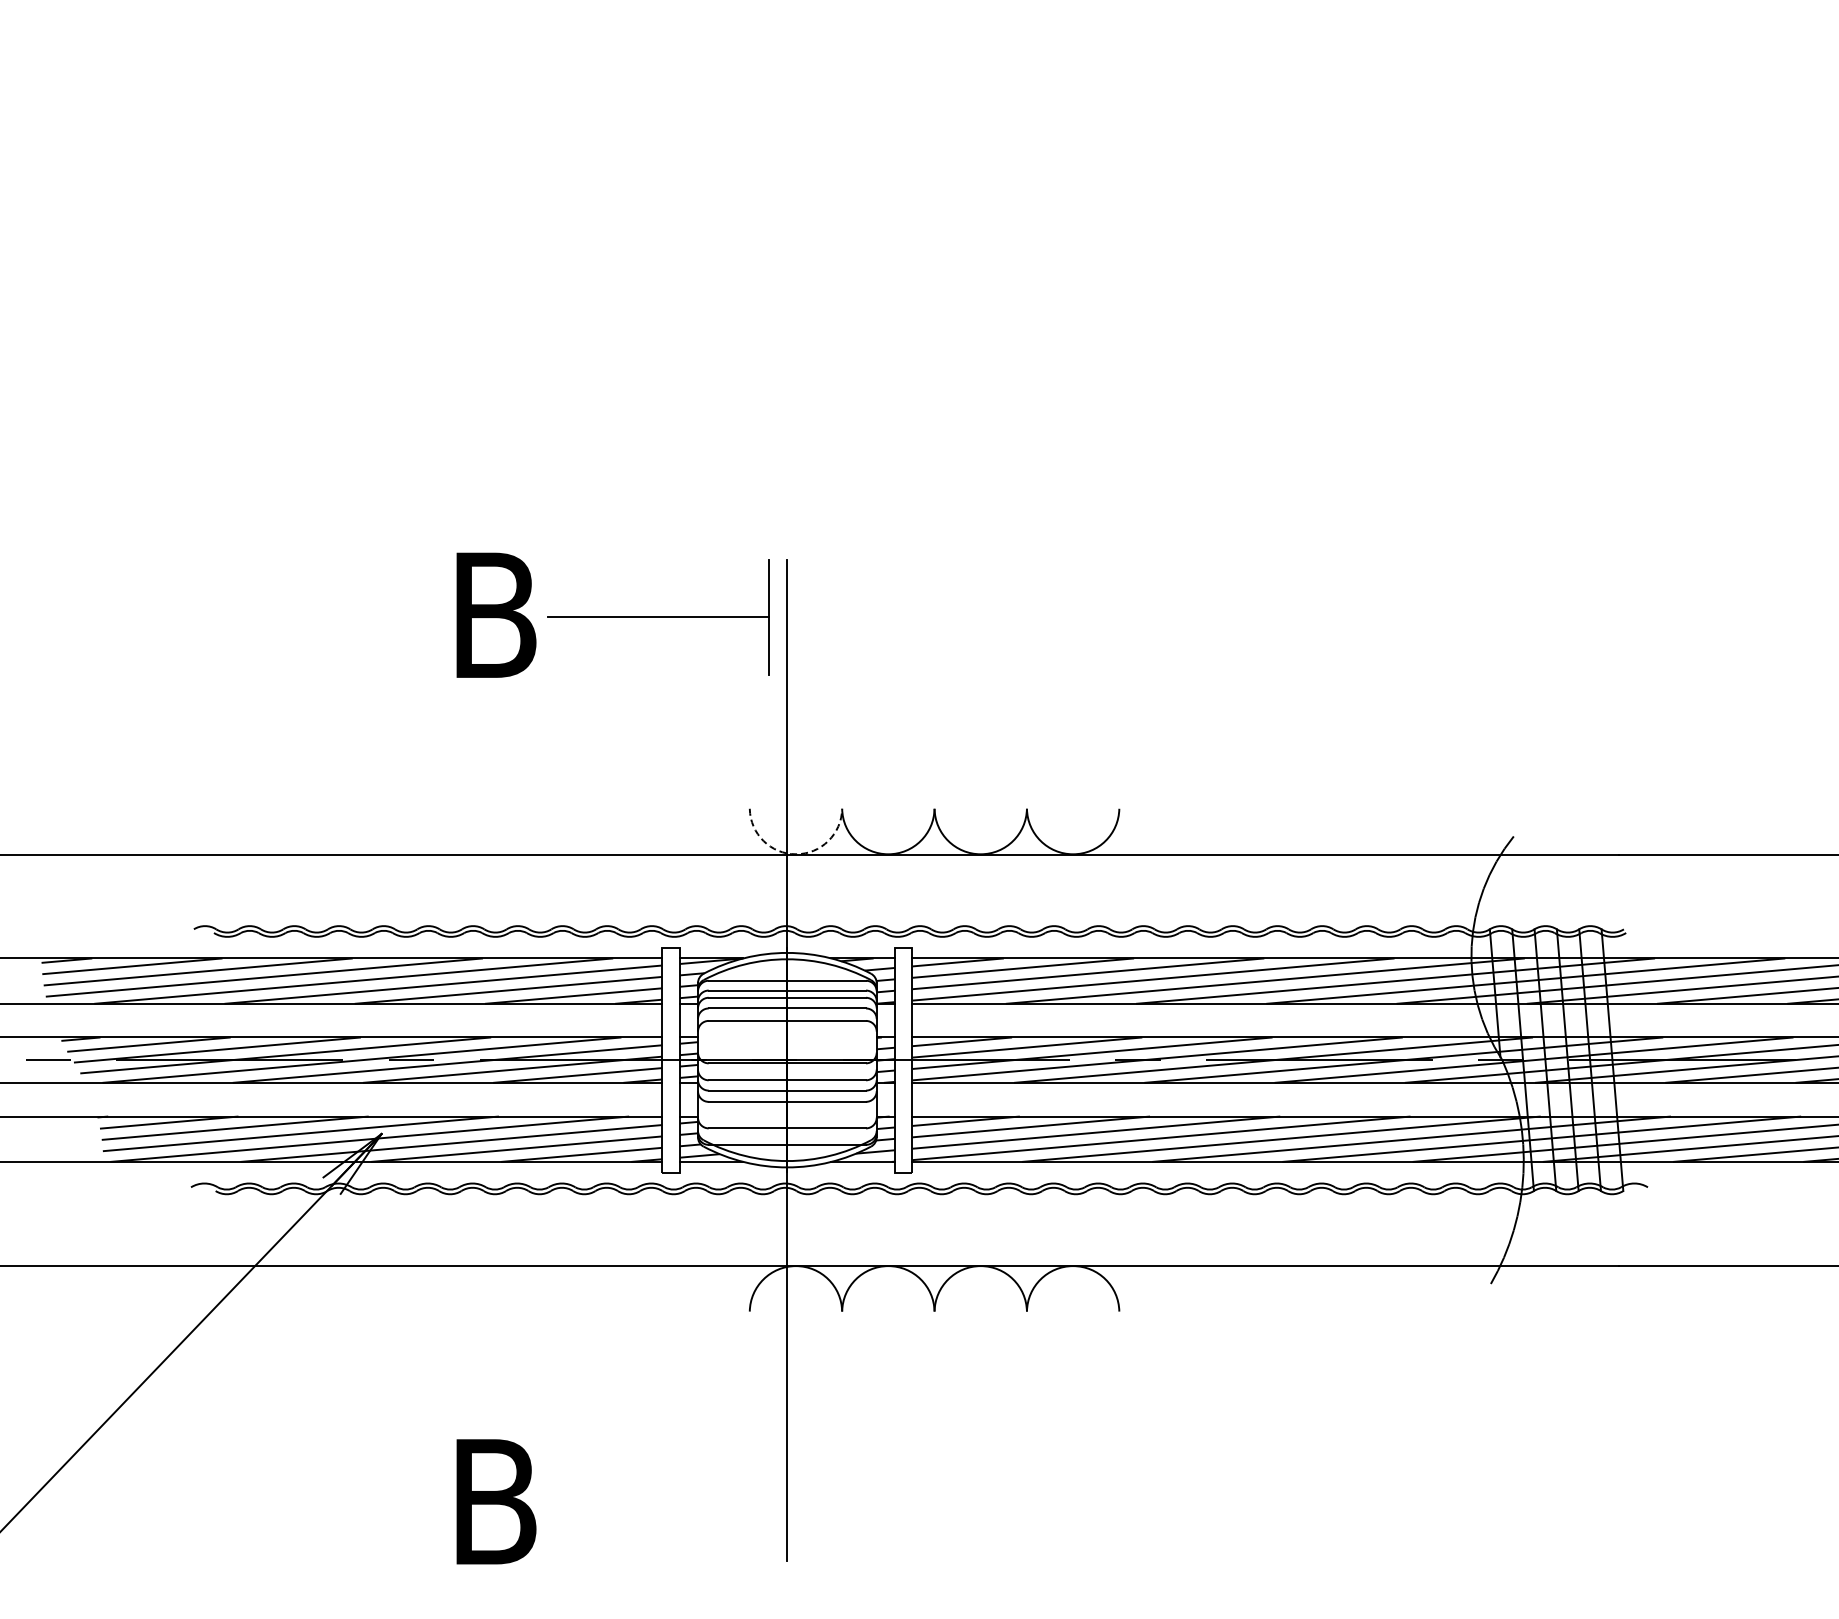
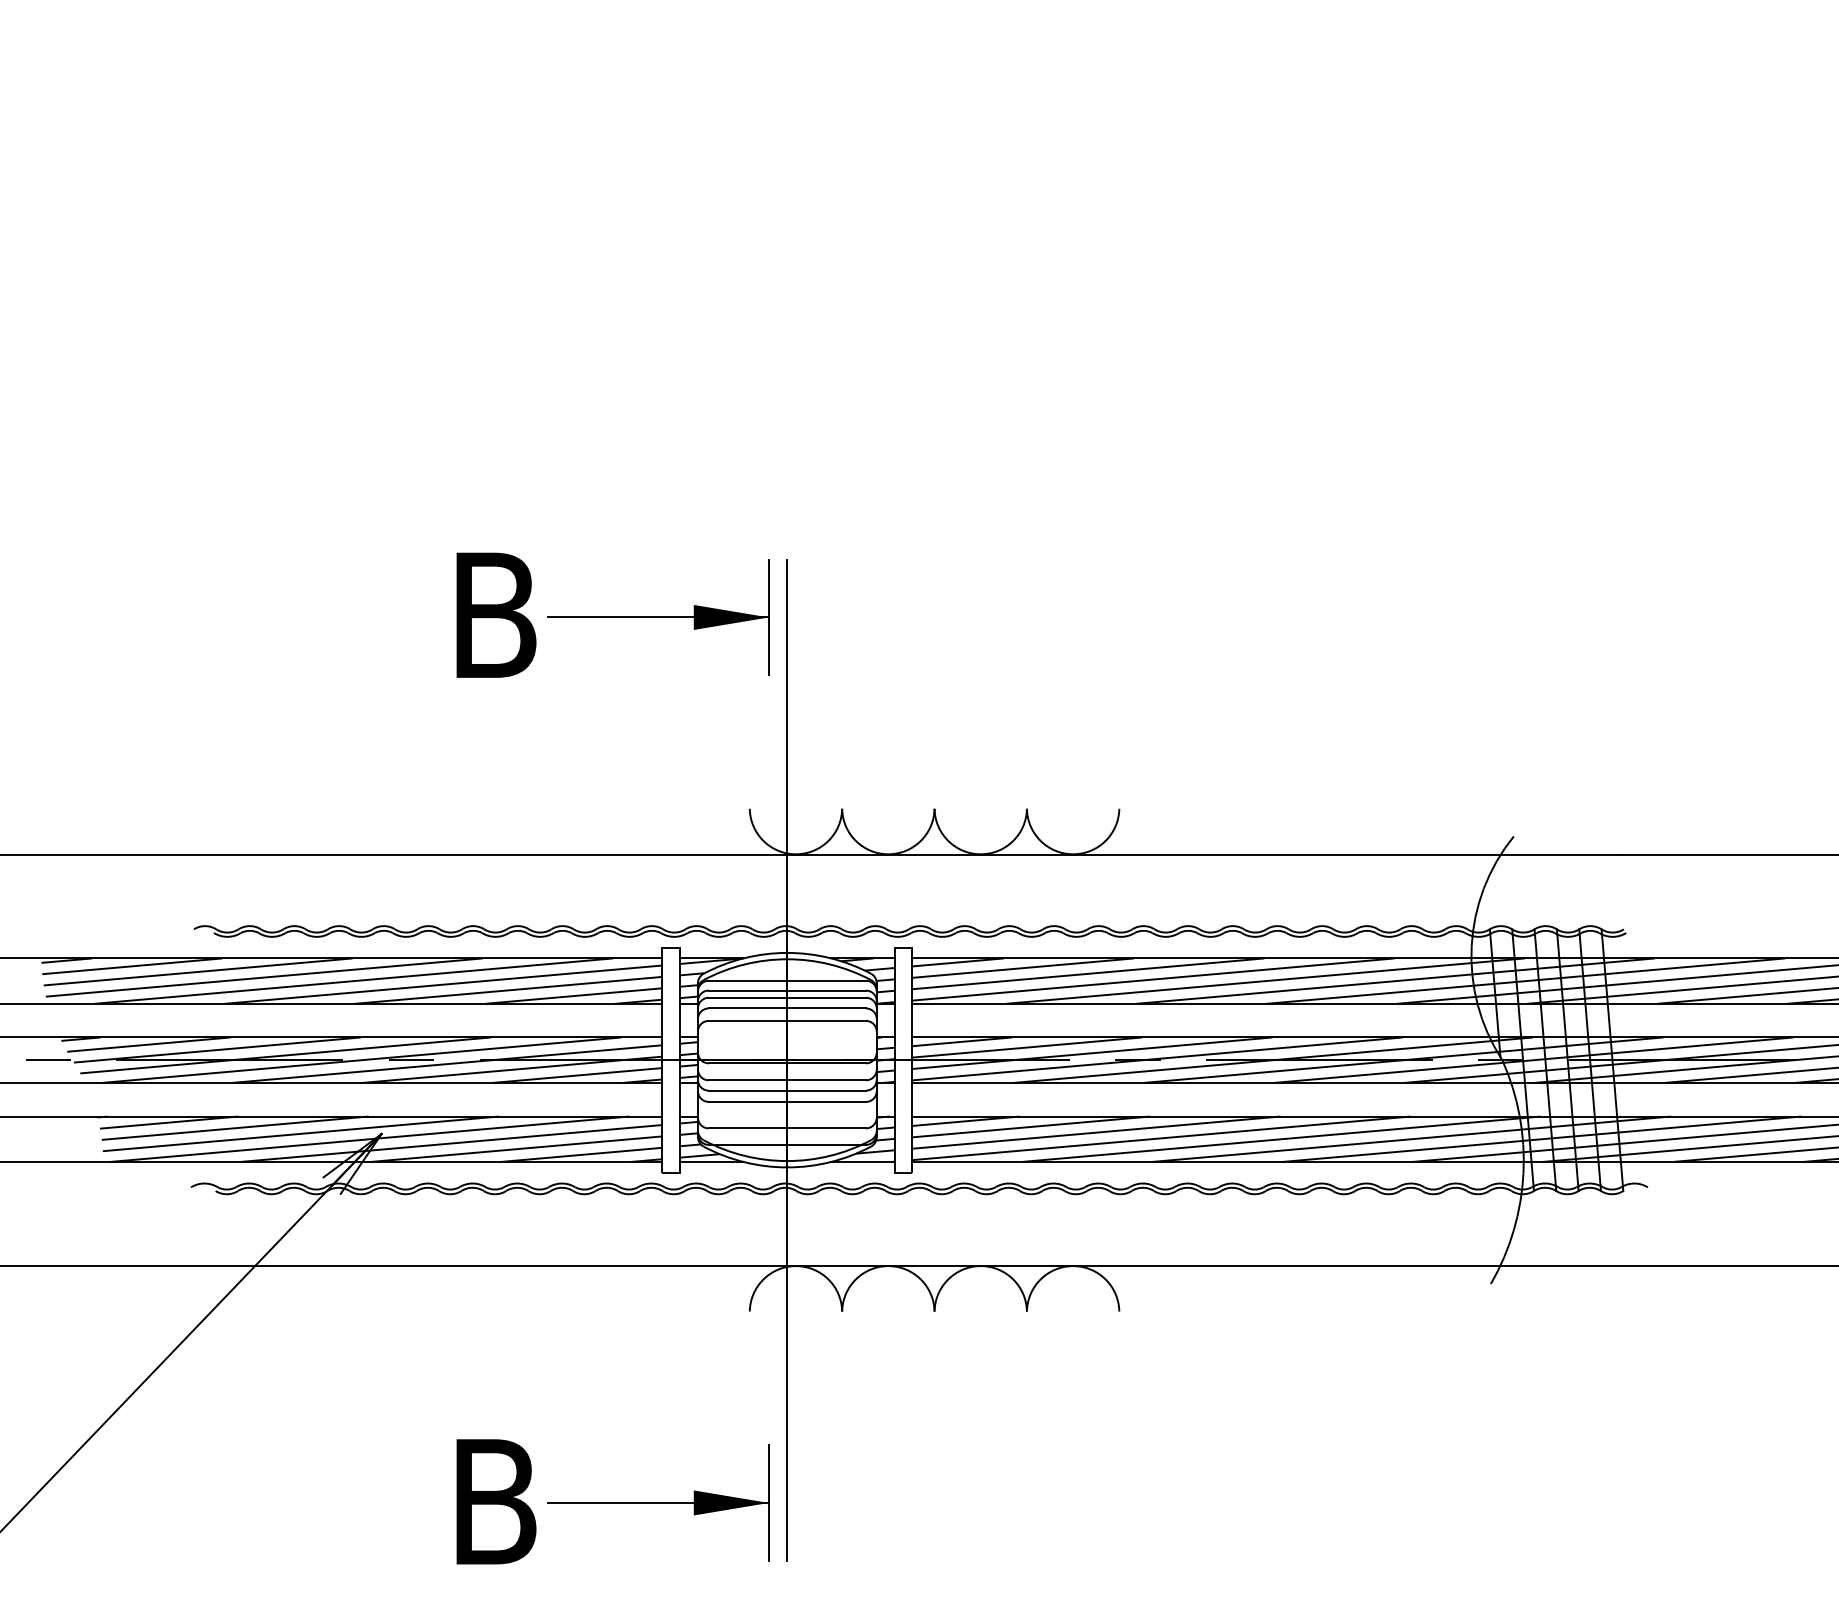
fill at (730, 616): none -> present
arc at (795, 854): dashed -> solid
part at (658, 1502): none -> present
